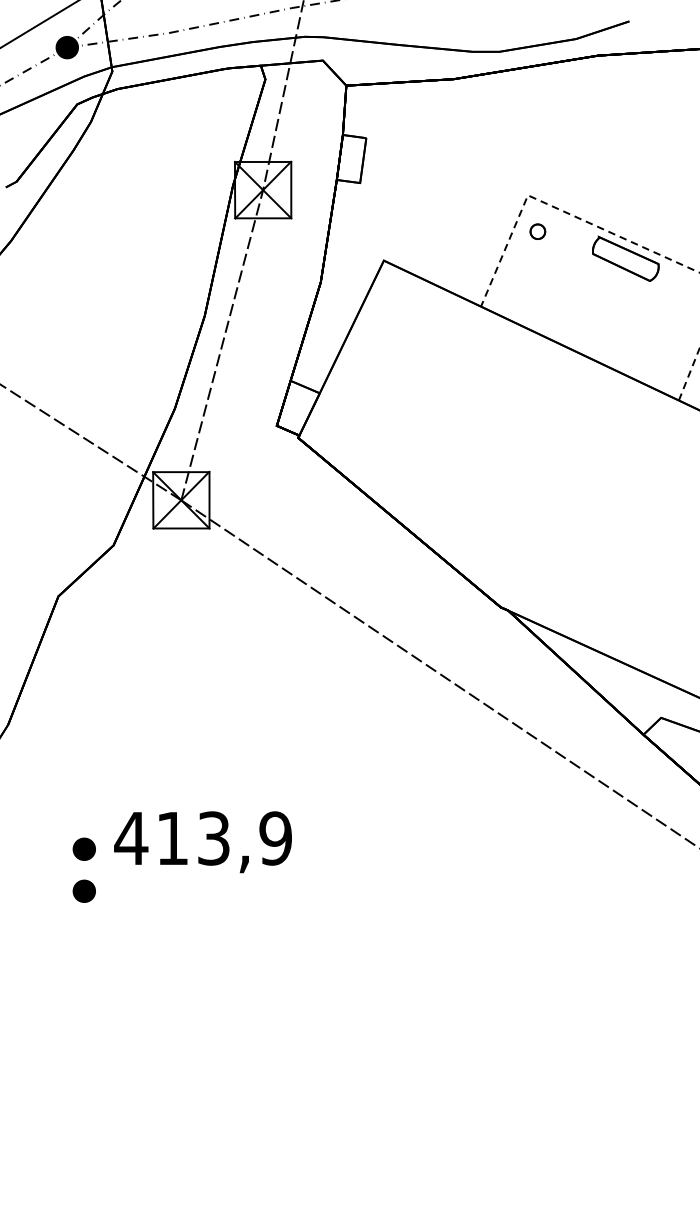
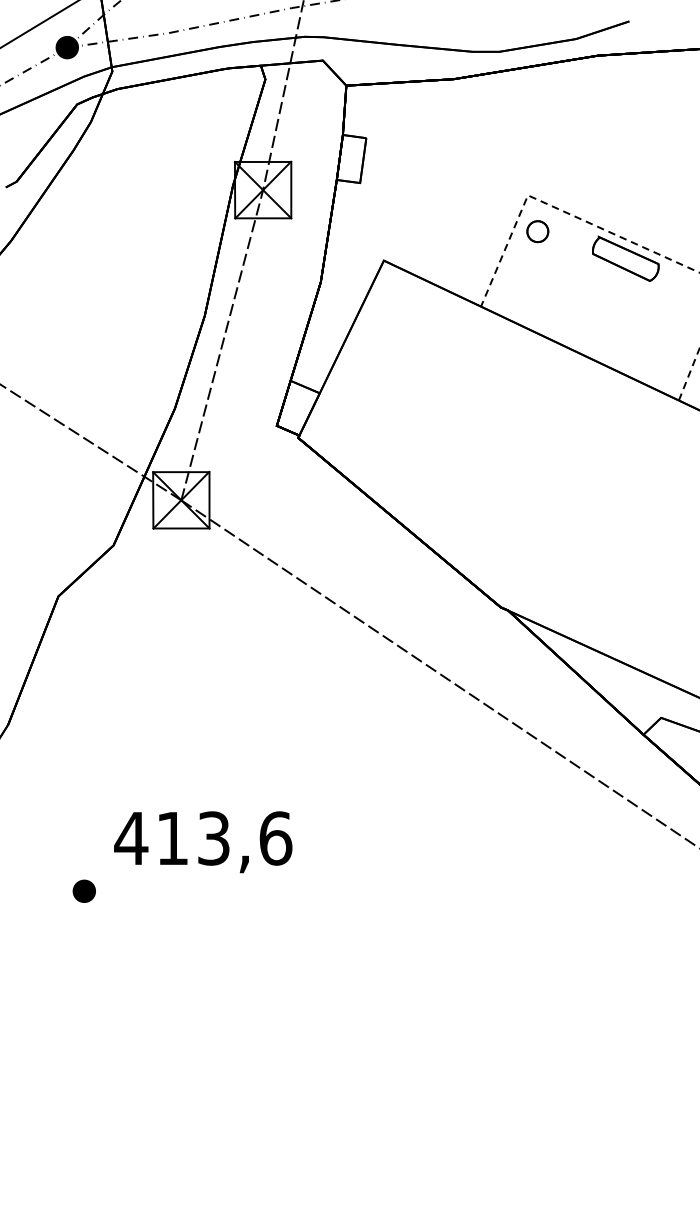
part at (537, 231) size: 18x17 px -> 24x24 px
text at (275, 838): 413,9 -> 413,6
part at (83, 848): present -> none
